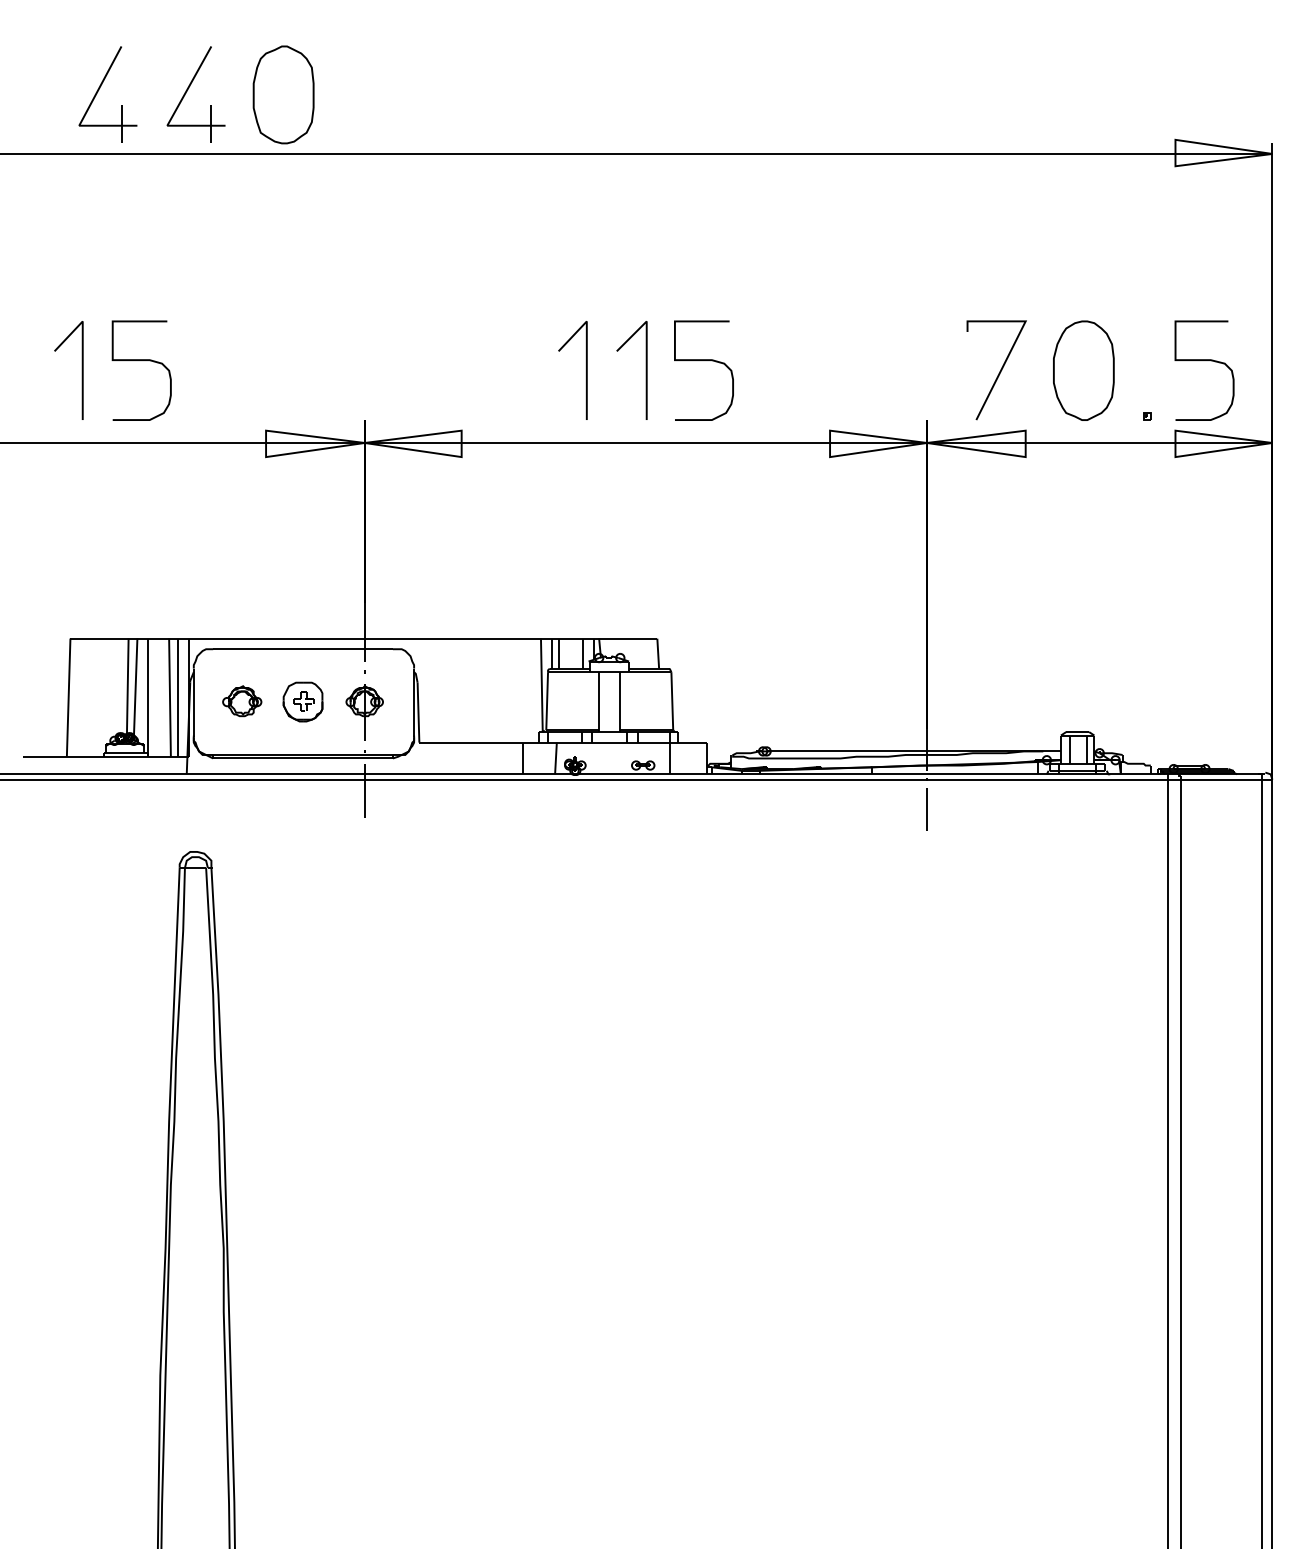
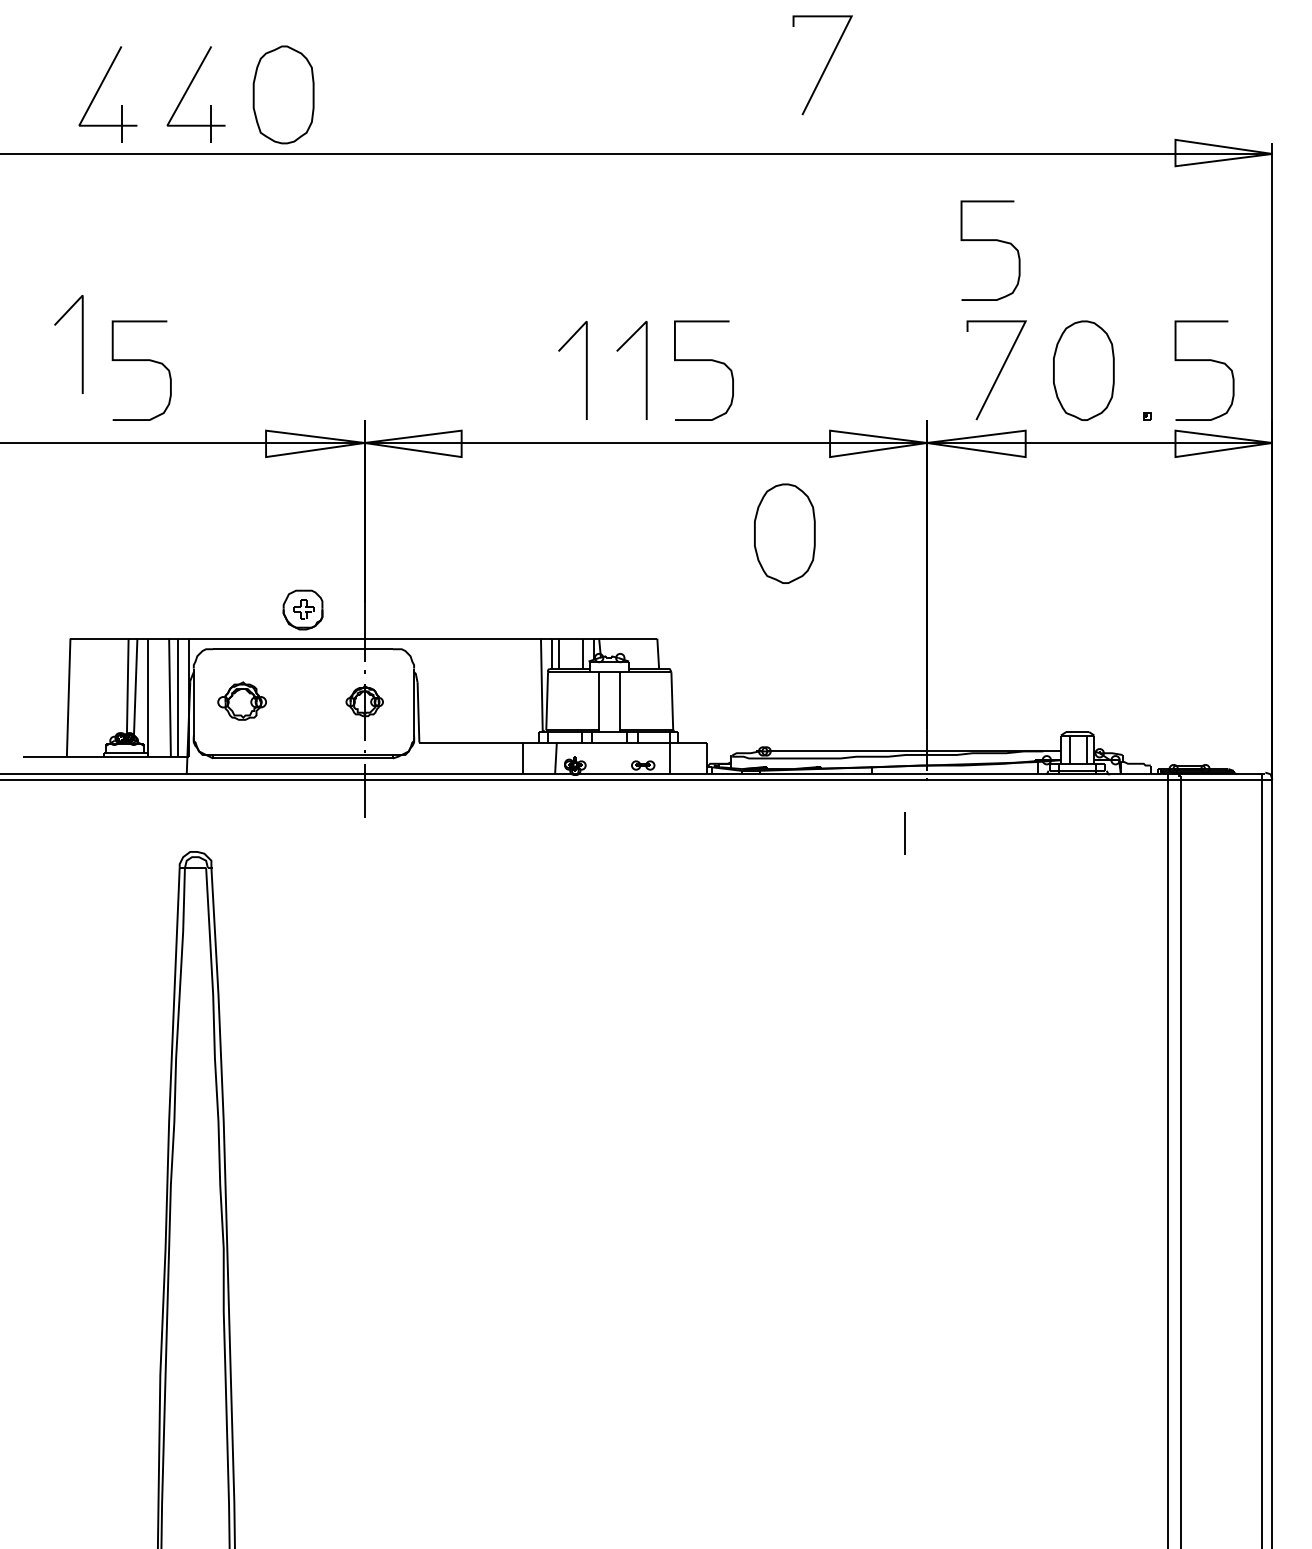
curve at (825, 66): none -> present
curve at (990, 240): none -> present
curve at (81, 370) position: (81, 370) -> (81, 344)
part at (784, 533): none -> present
part at (242, 701) size: 41x33 px -> 50x40 px
part at (302, 701) position: (302, 701) -> (302, 609)
line at (926, 809) position: (926, 809) -> (904, 833)
